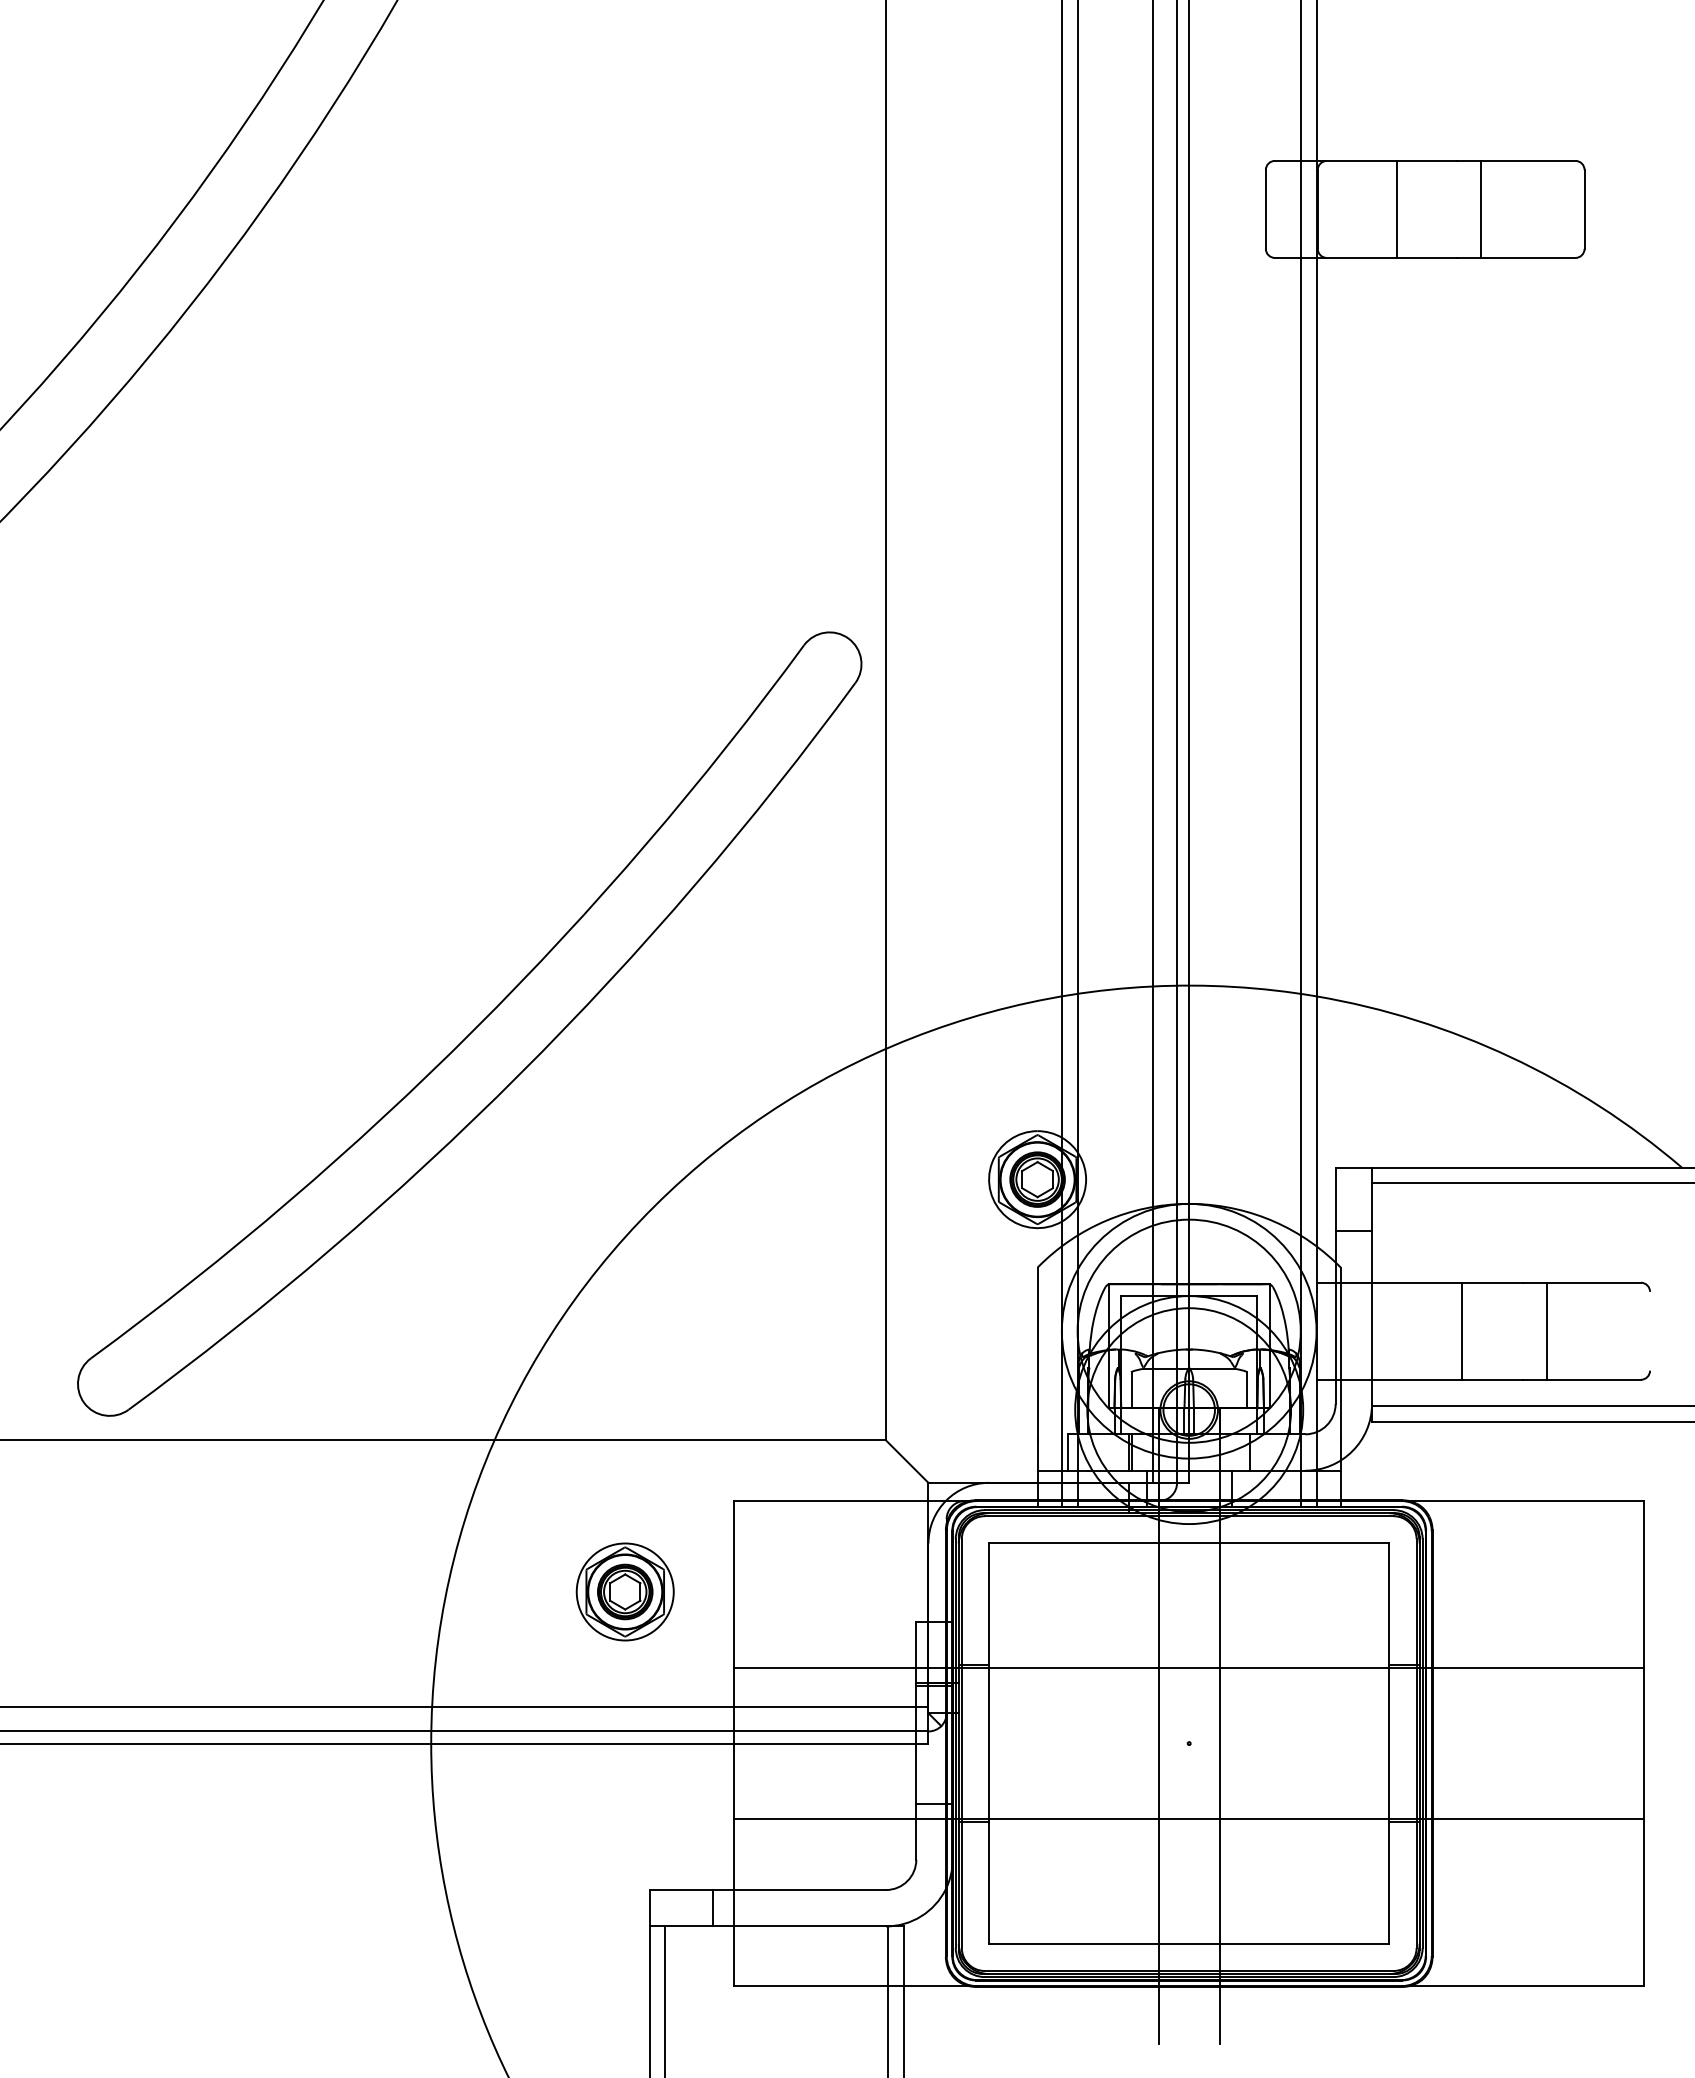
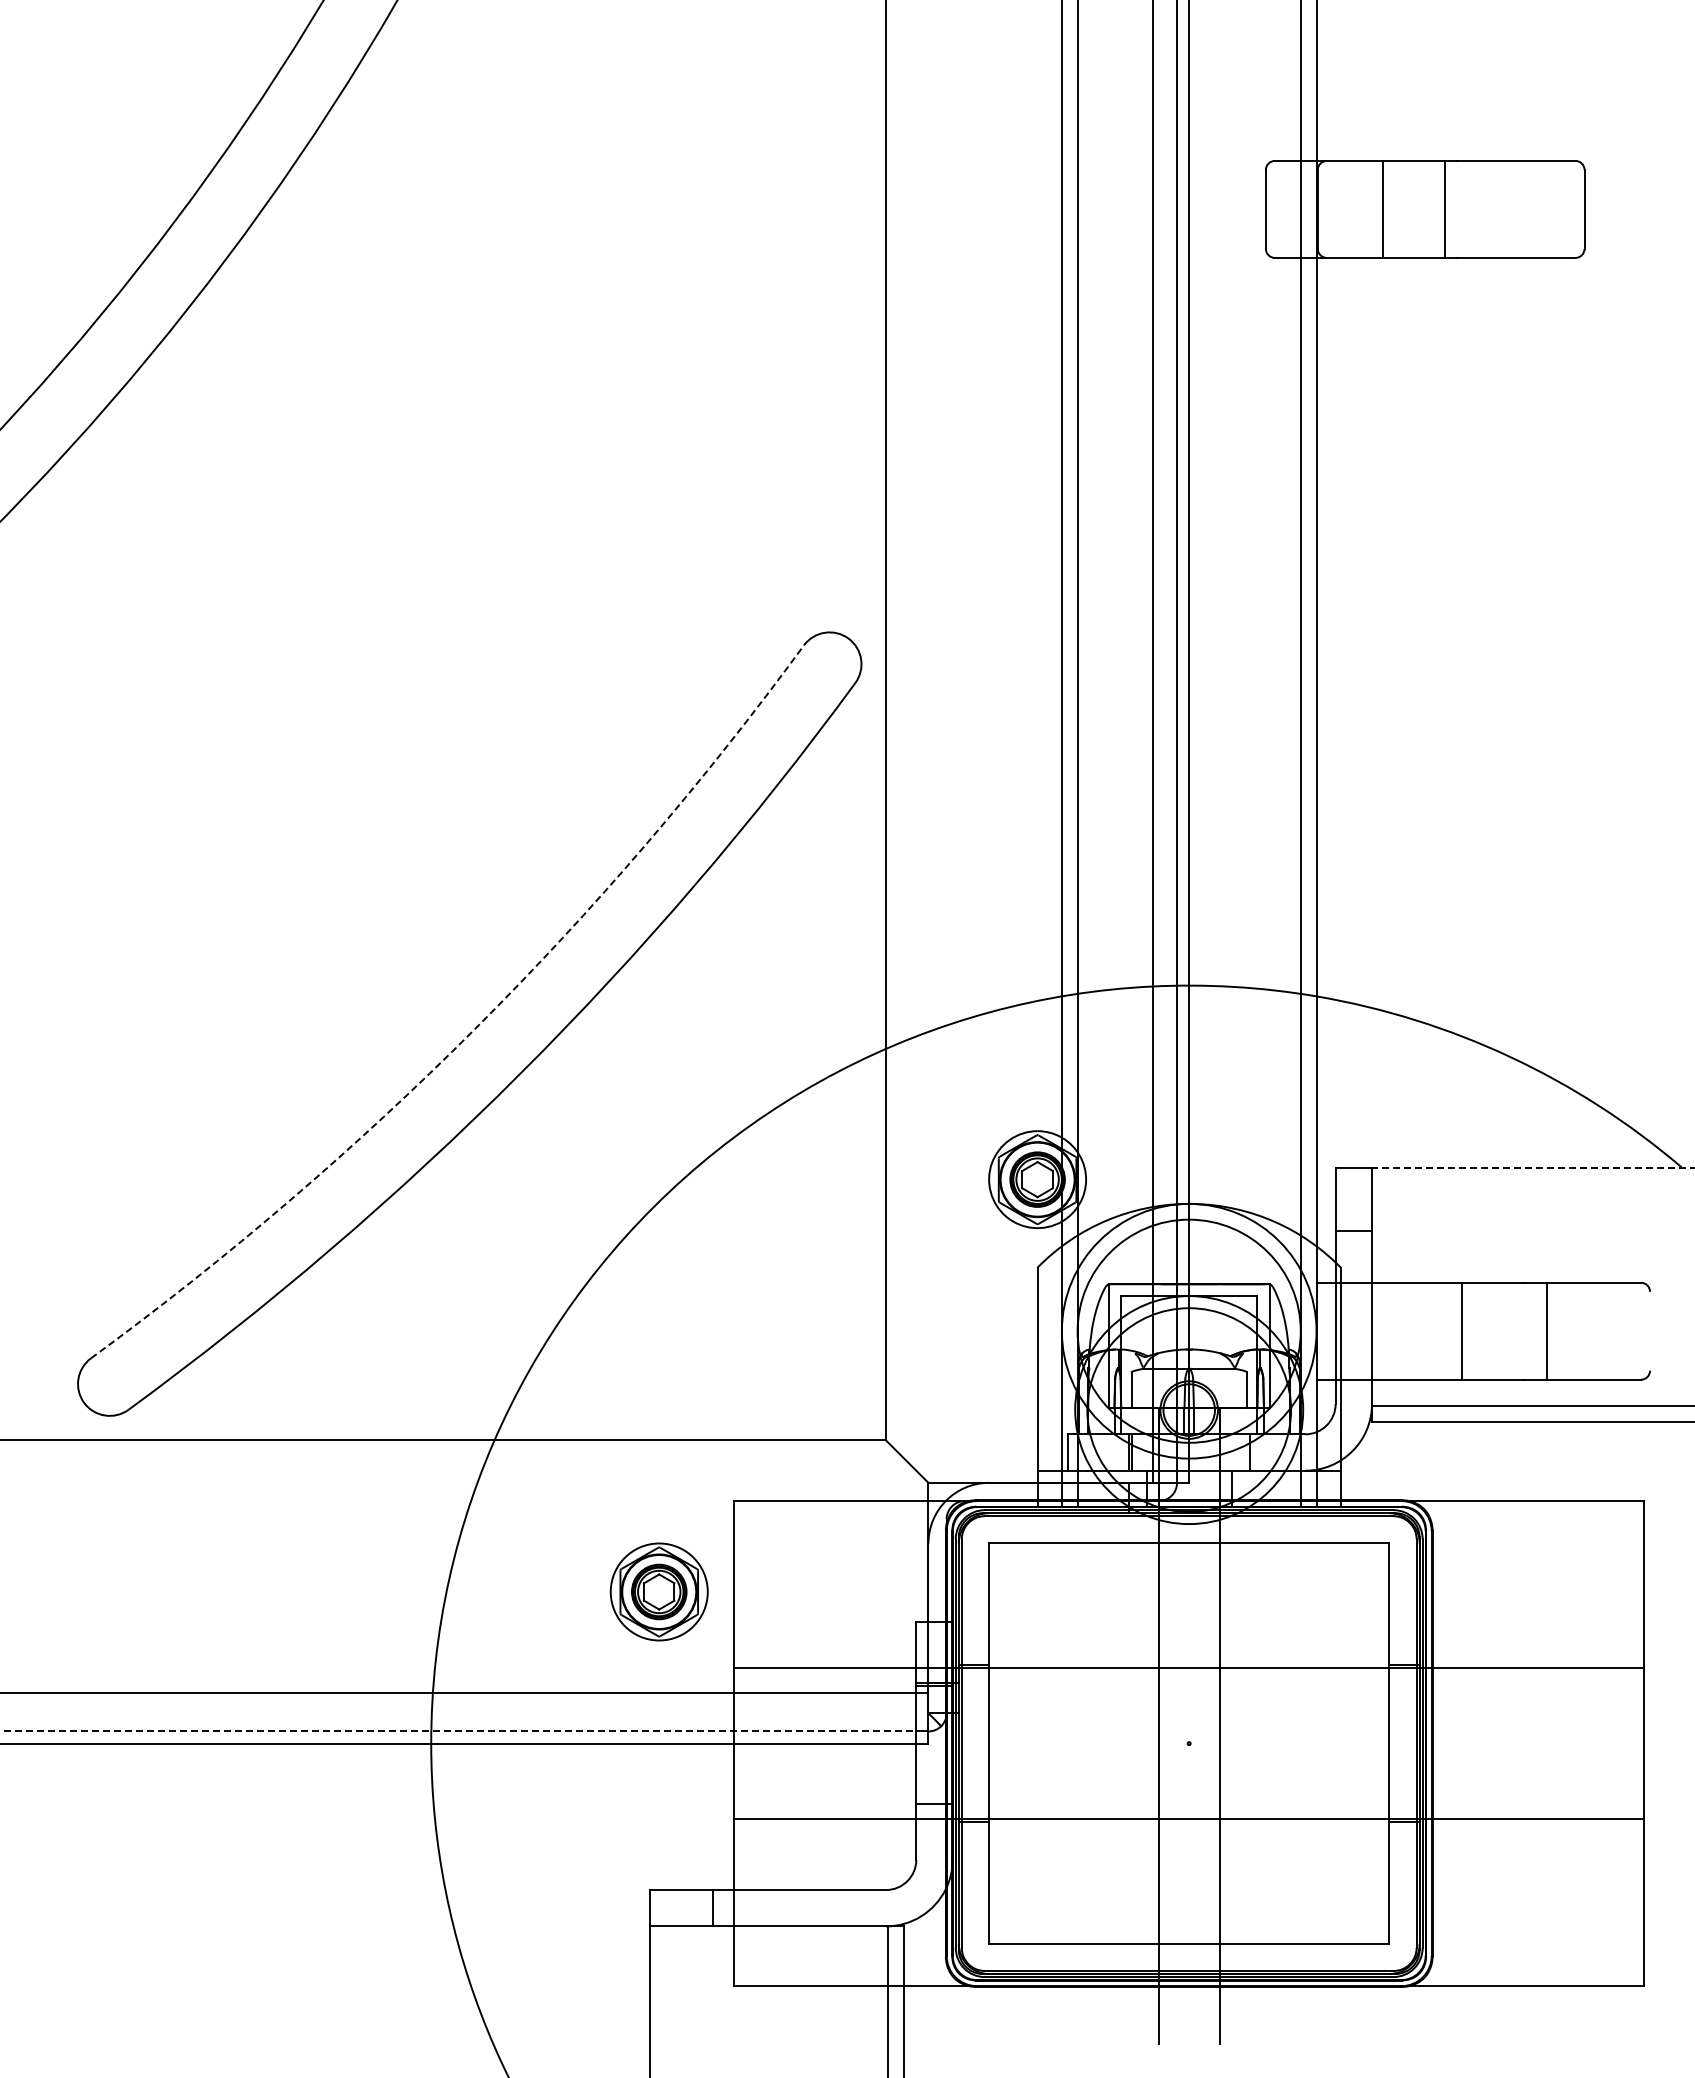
line at (1396, 208) position: (1396, 208) -> (1382, 208)
line at (1481, 208) position: (1481, 208) -> (1445, 208)
arc at (474, 1029): solid -> dashed
line at (1532, 1167): solid -> dashed
line at (1531, 1183): present -> none
part at (624, 1591) position: (624, 1591) -> (658, 1591)
line at (465, 1707) position: (465, 1707) -> (465, 1693)
line at (458, 1731): solid -> dashed
line at (665, 2000): present -> none
